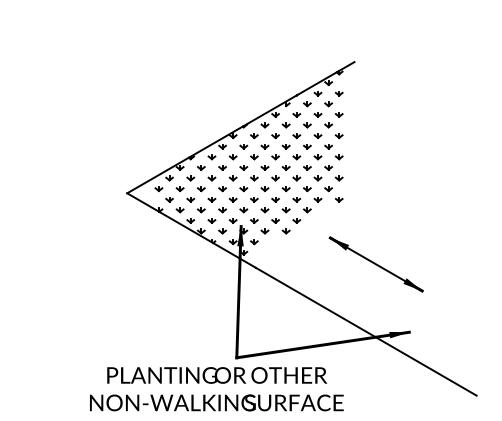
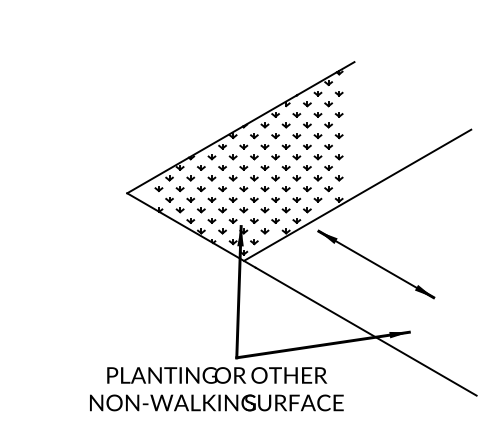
line at (357, 194): none -> present
part at (375, 264) size: 96x57 px -> 119x71 px
